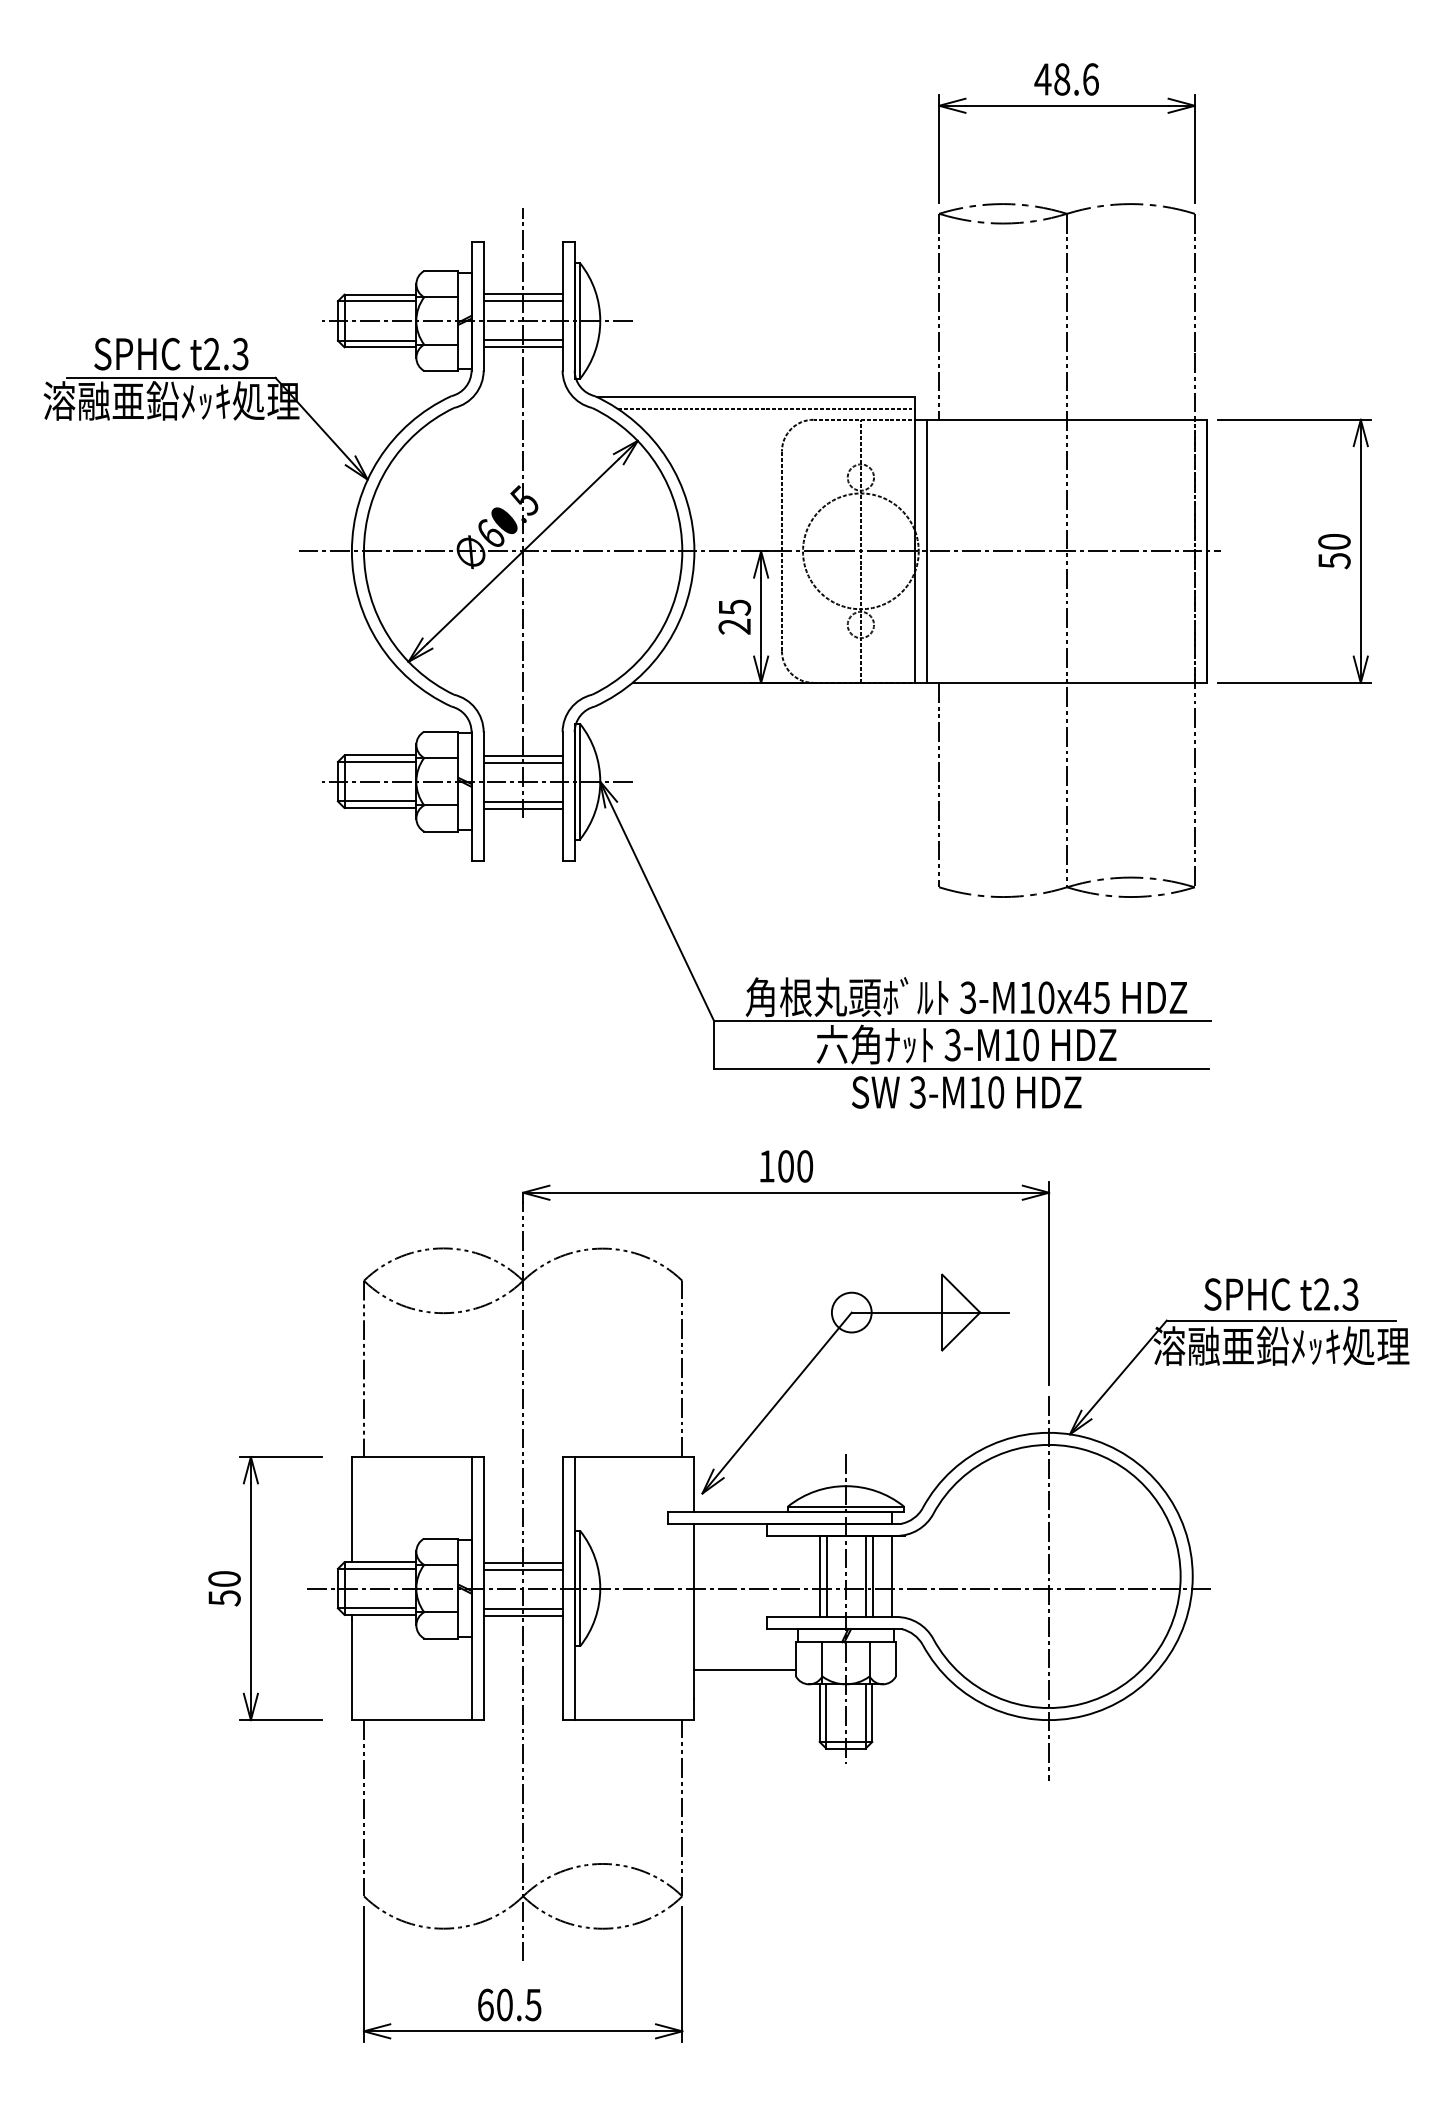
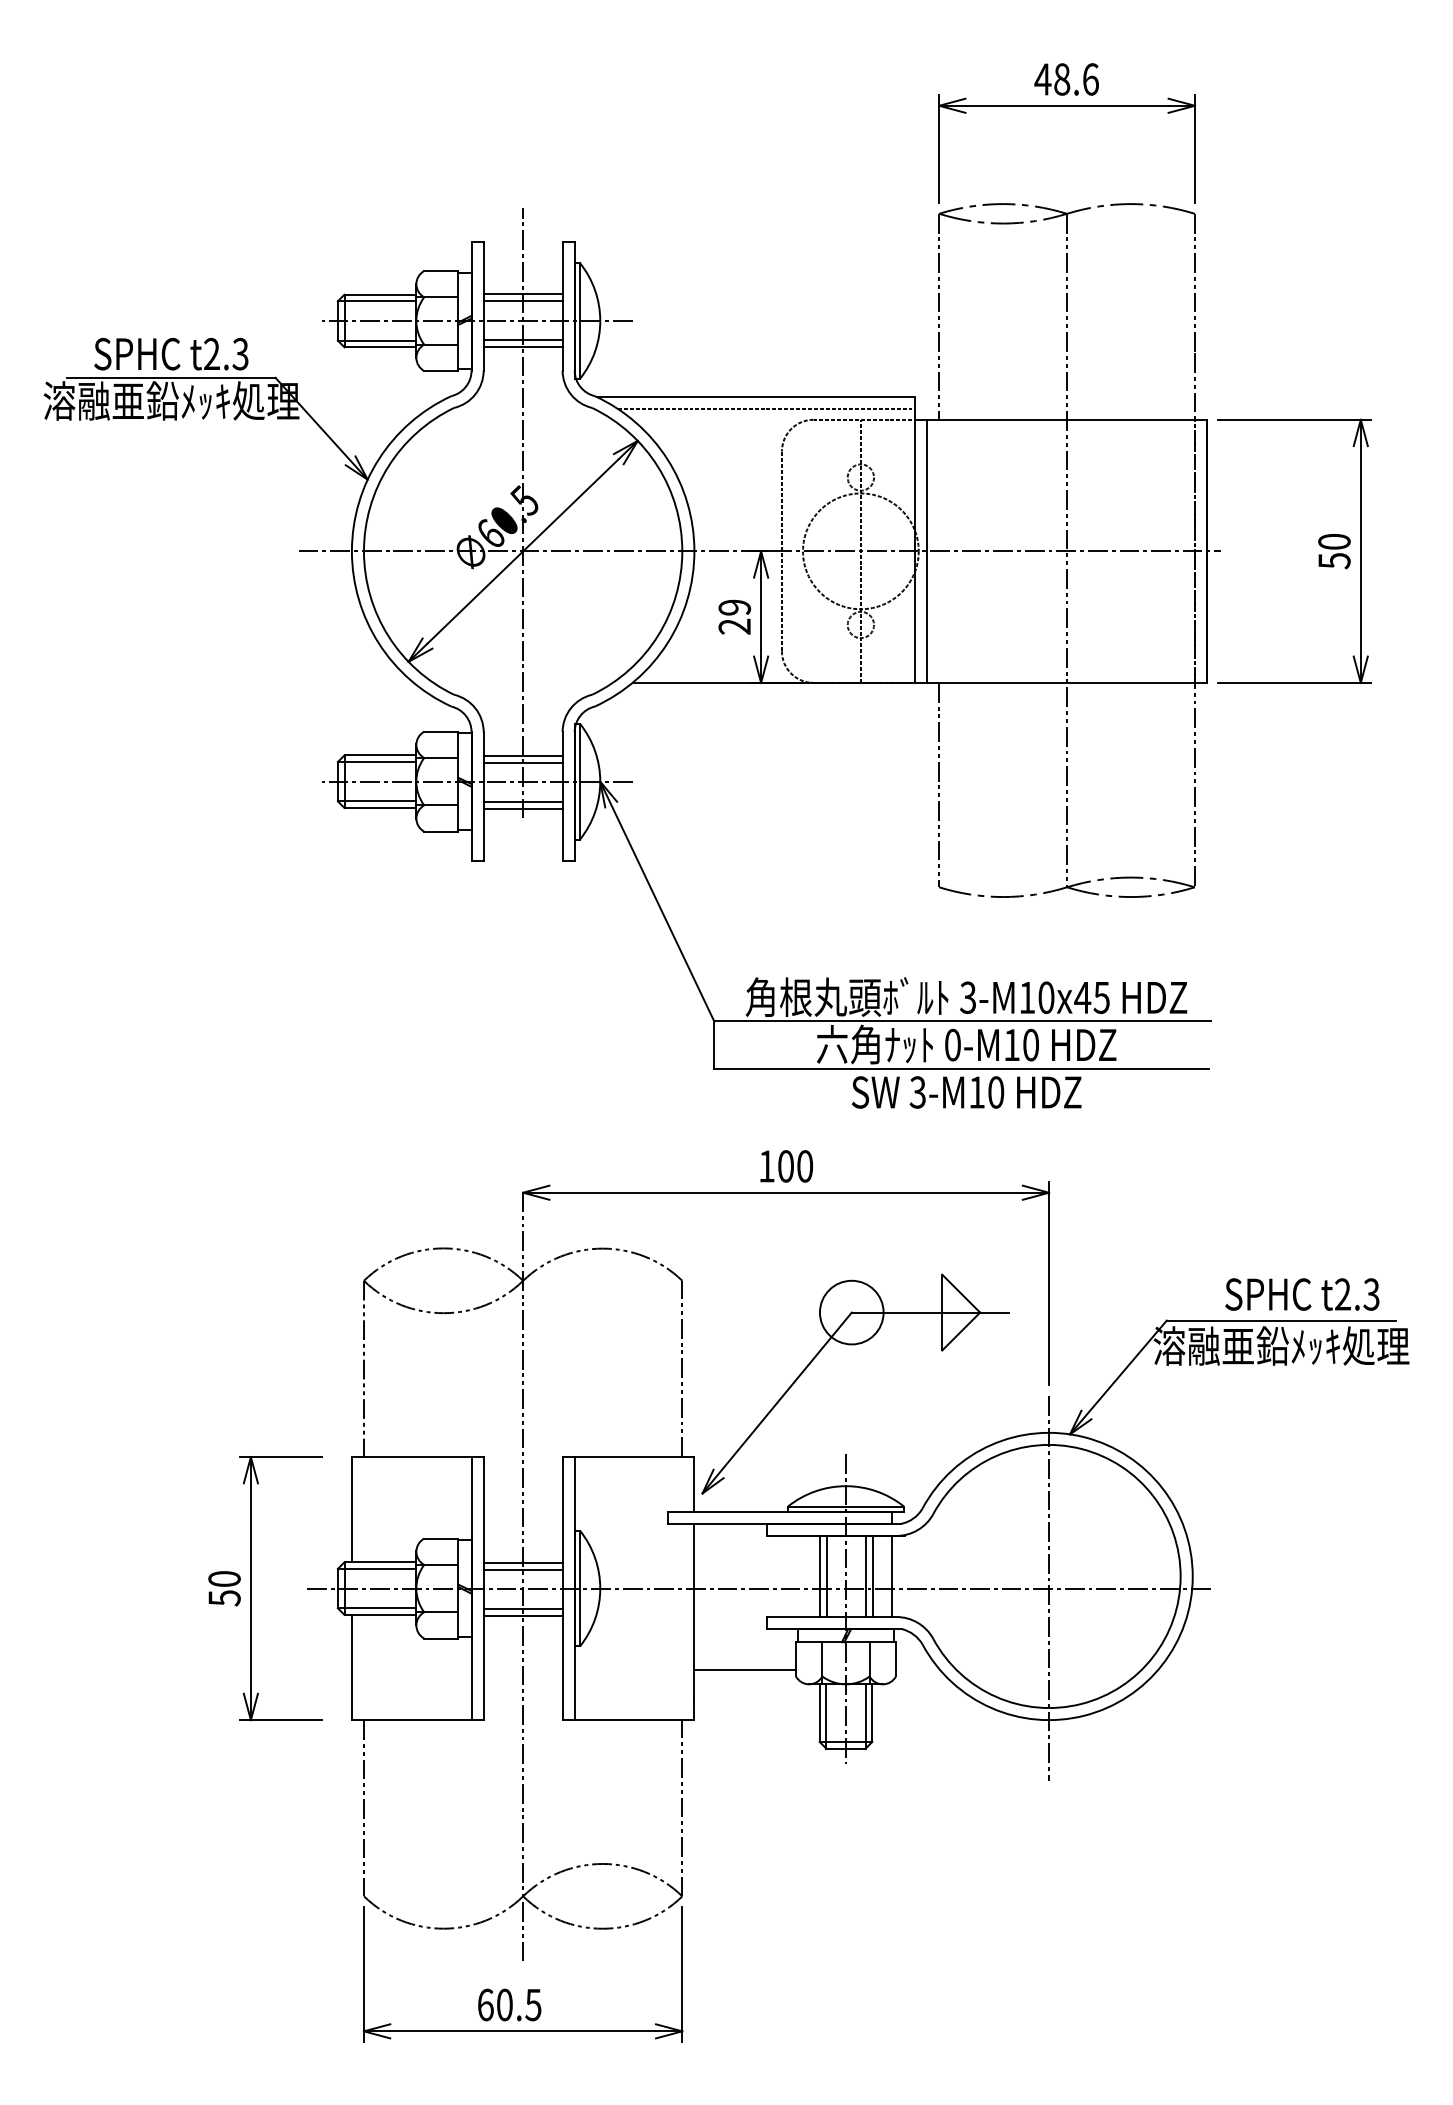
text at (734, 607): 25 -> 29
text at (952, 1044): 3-M10 -> 0-M10
text at (1281, 1294) position: (1281, 1294) -> (1302, 1294)
circle at (851, 1312) diameter: 40 px -> 64 px
